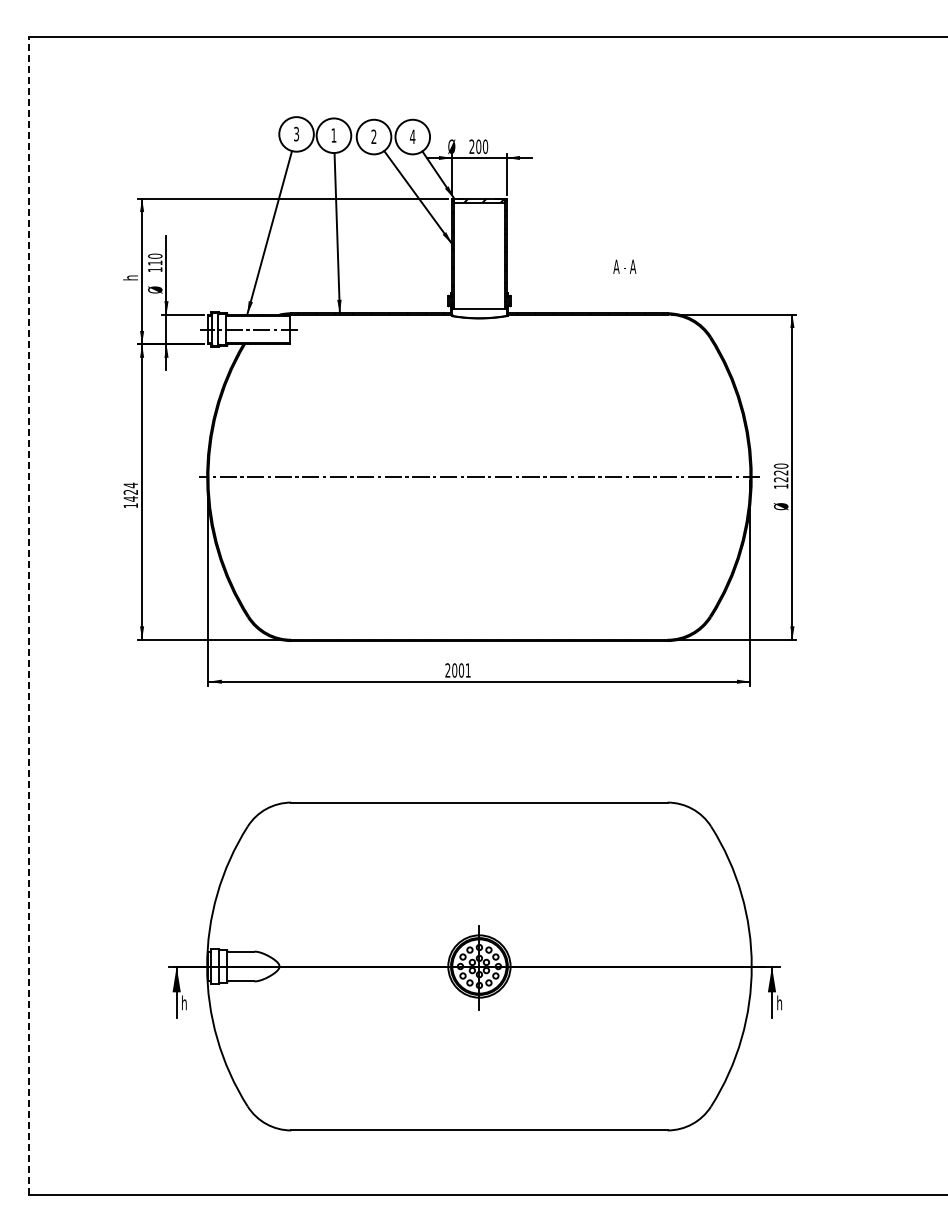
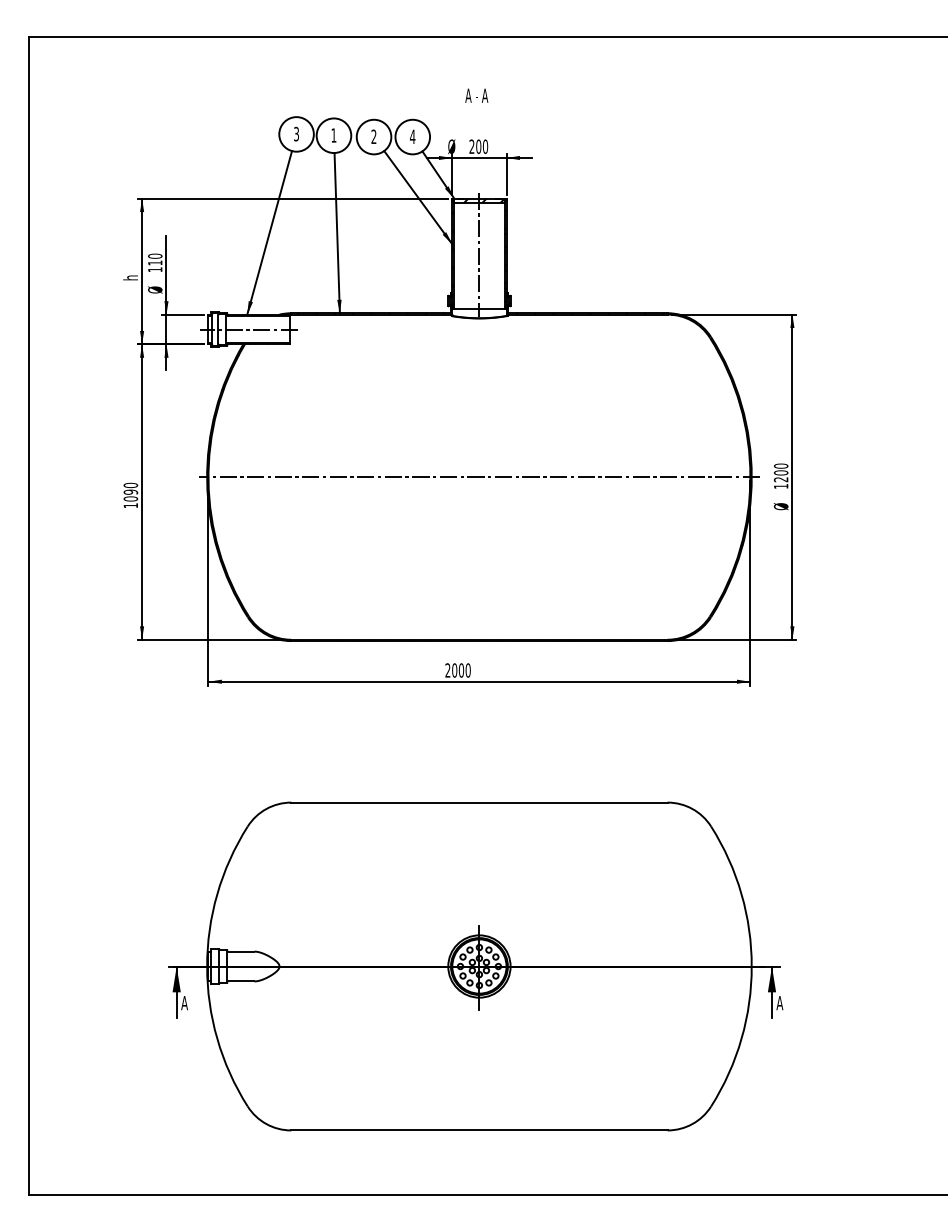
line at (479, 254): none -> present
text at (624, 266) position: (624, 266) -> (476, 95)
text at (781, 472): 1220 -> 1200
text at (130, 491): 1424 -> 1090
line at (28, 615): dashed -> solid
text at (467, 670): 2001 -> 2000
text at (184, 1002): h -> A
text at (779, 1002): h -> A
